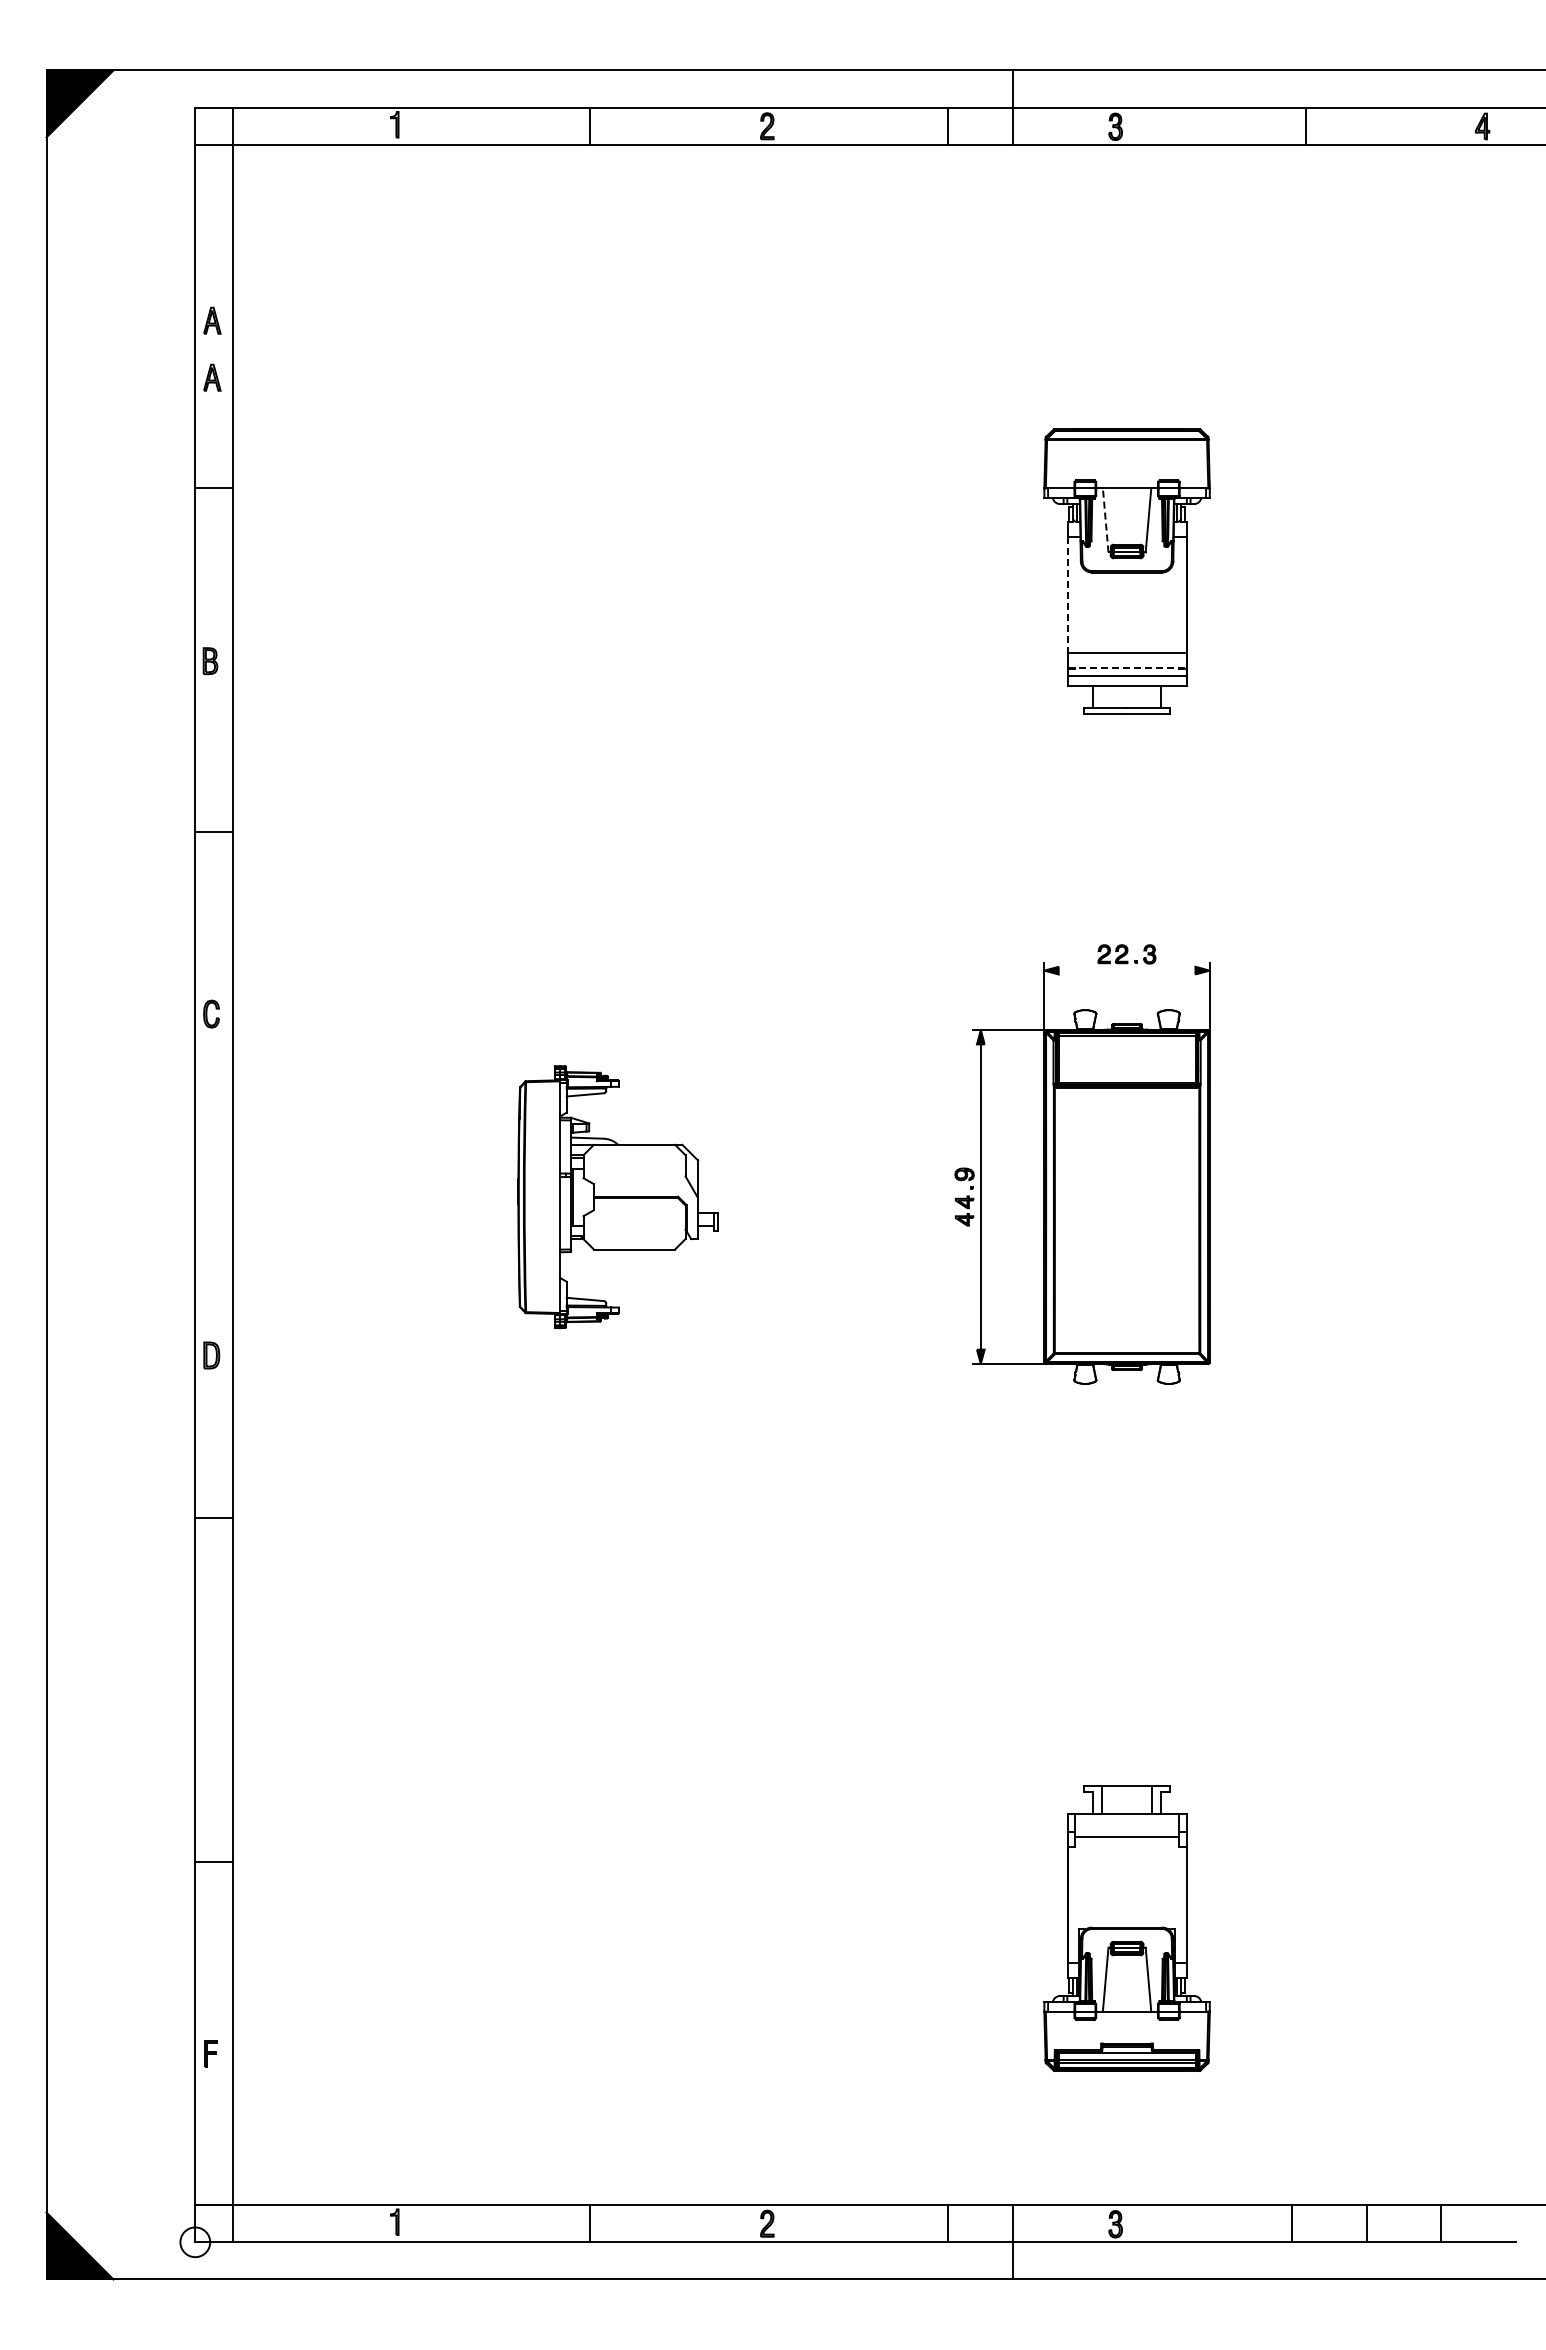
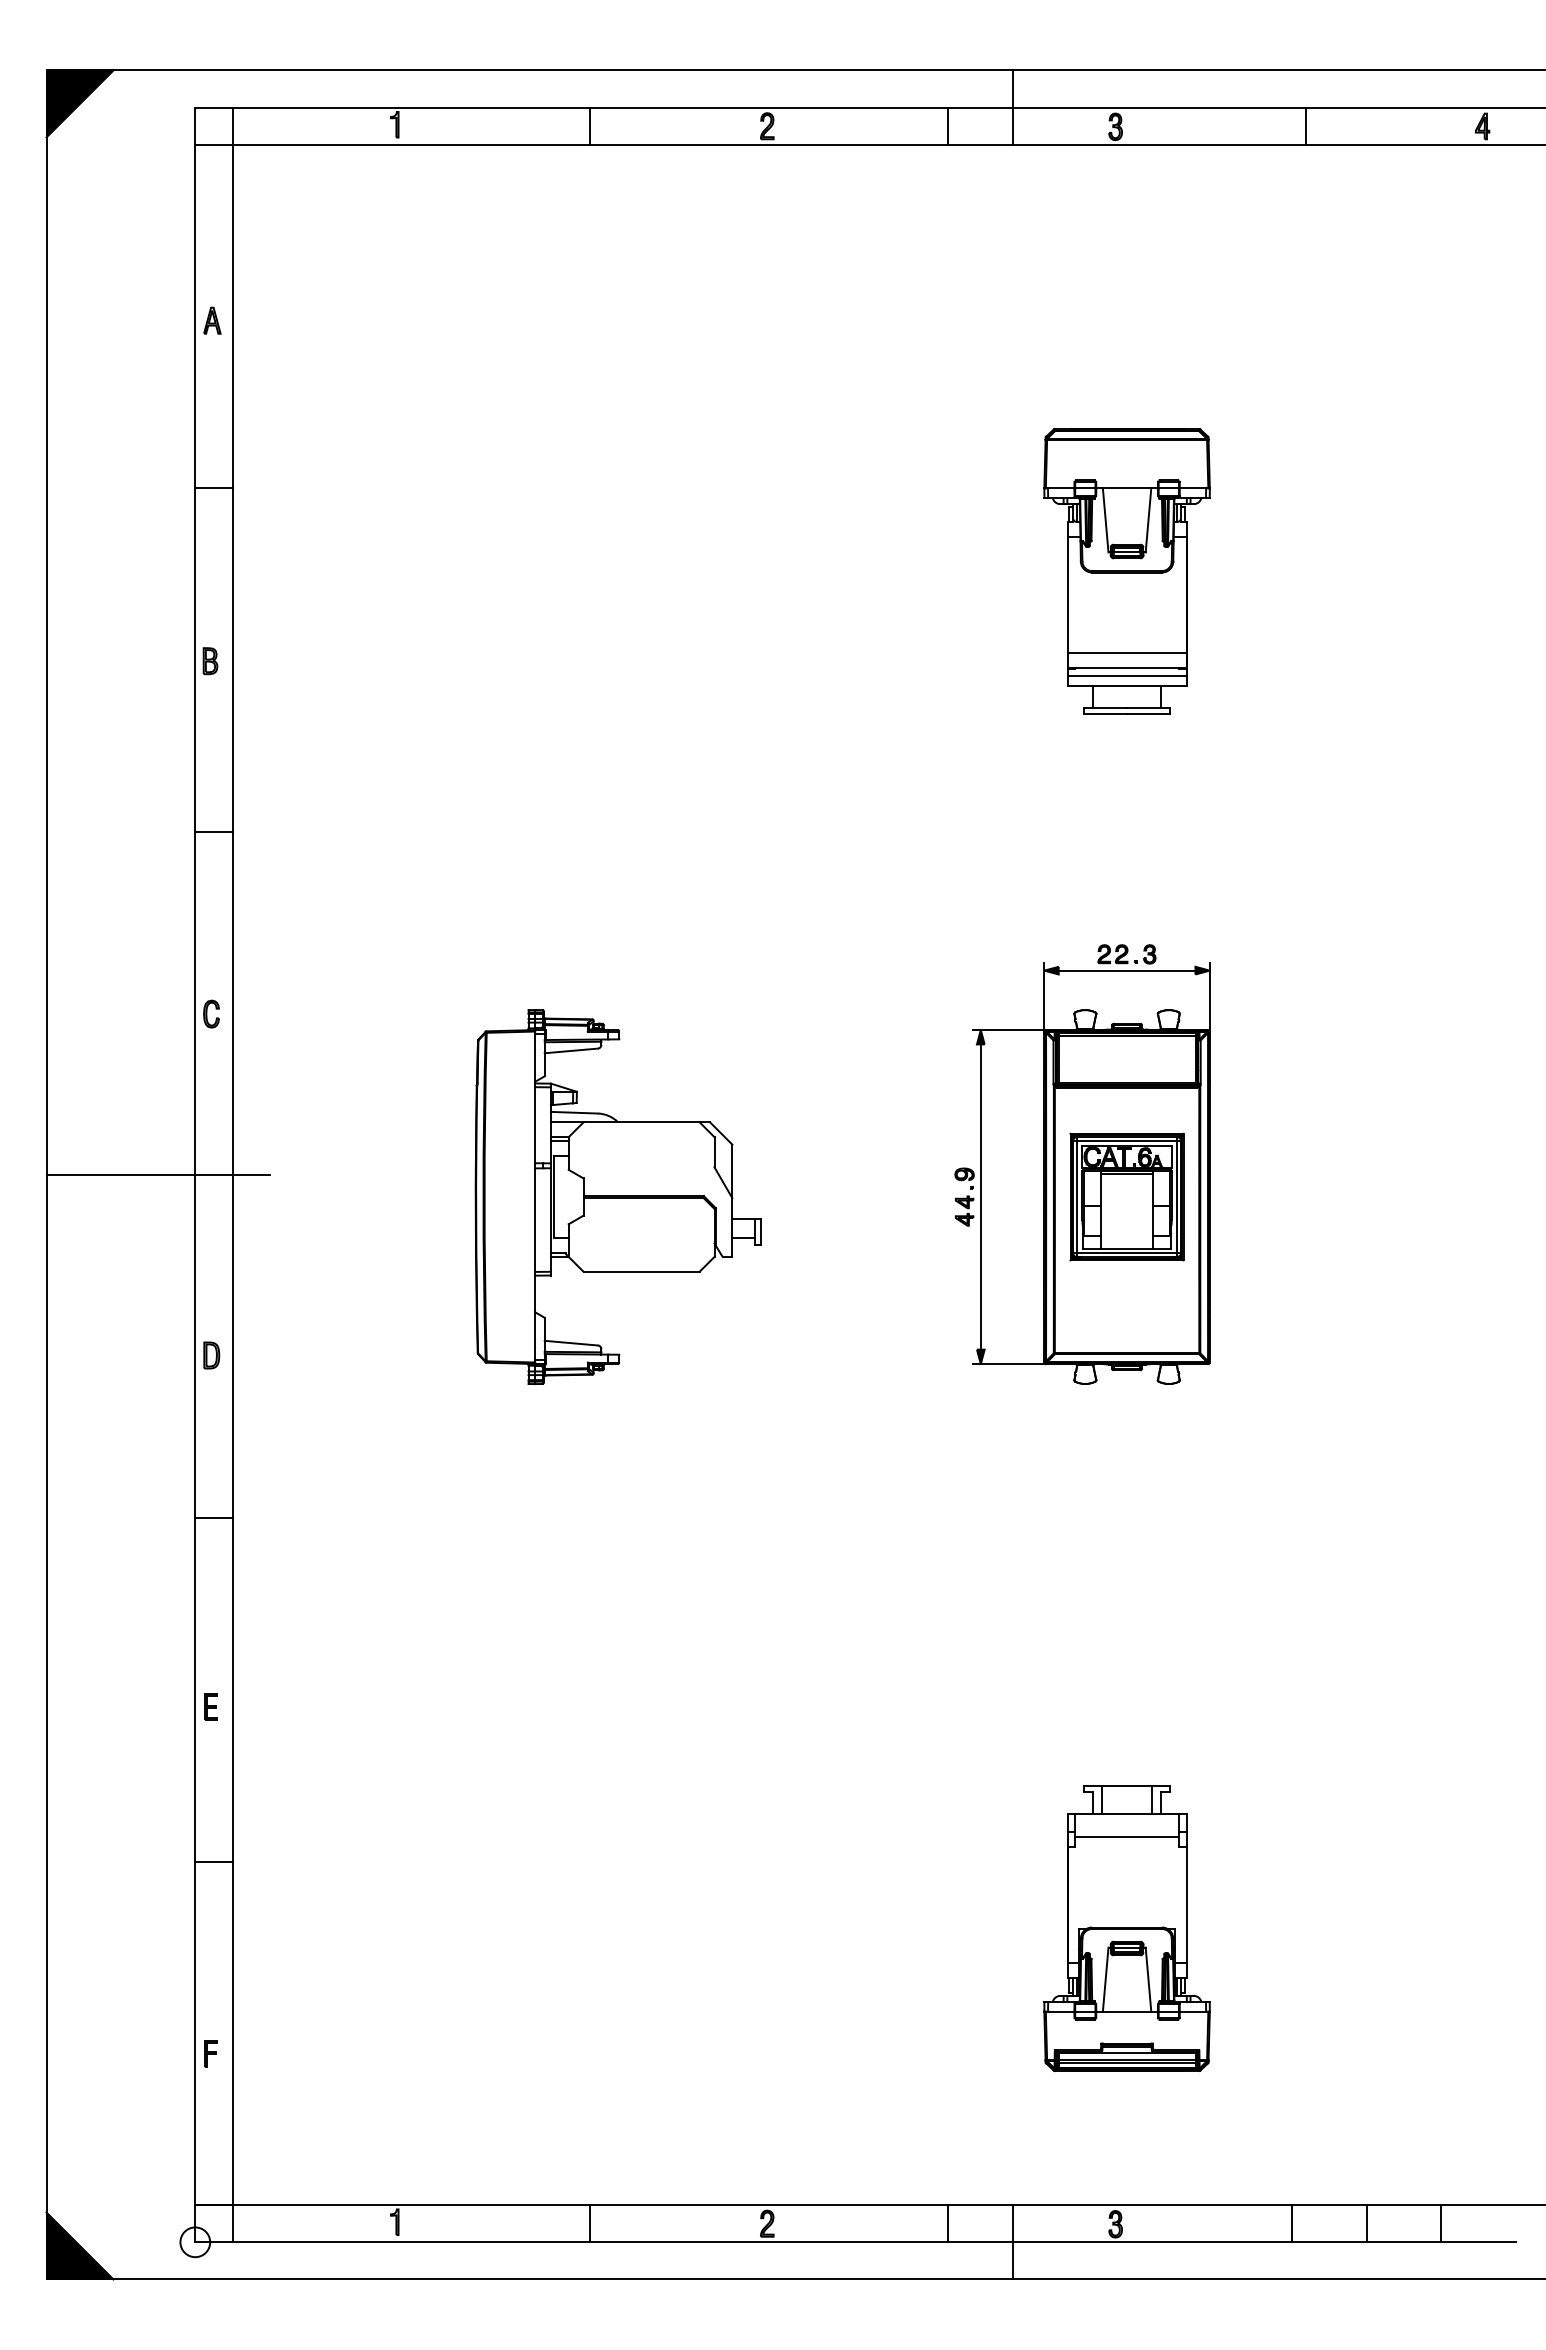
part at (212, 377): present -> none
line at (1105, 519): dashed -> solid
line at (1067, 595): dashed -> solid
line at (1127, 667): dashed -> solid
line at (1126, 970): none -> present
line at (157, 1175): none -> present
part at (1126, 1196): none -> present
part at (617, 1197) size: 202x265 px -> 288x377 px
part at (210, 1706): none -> present
